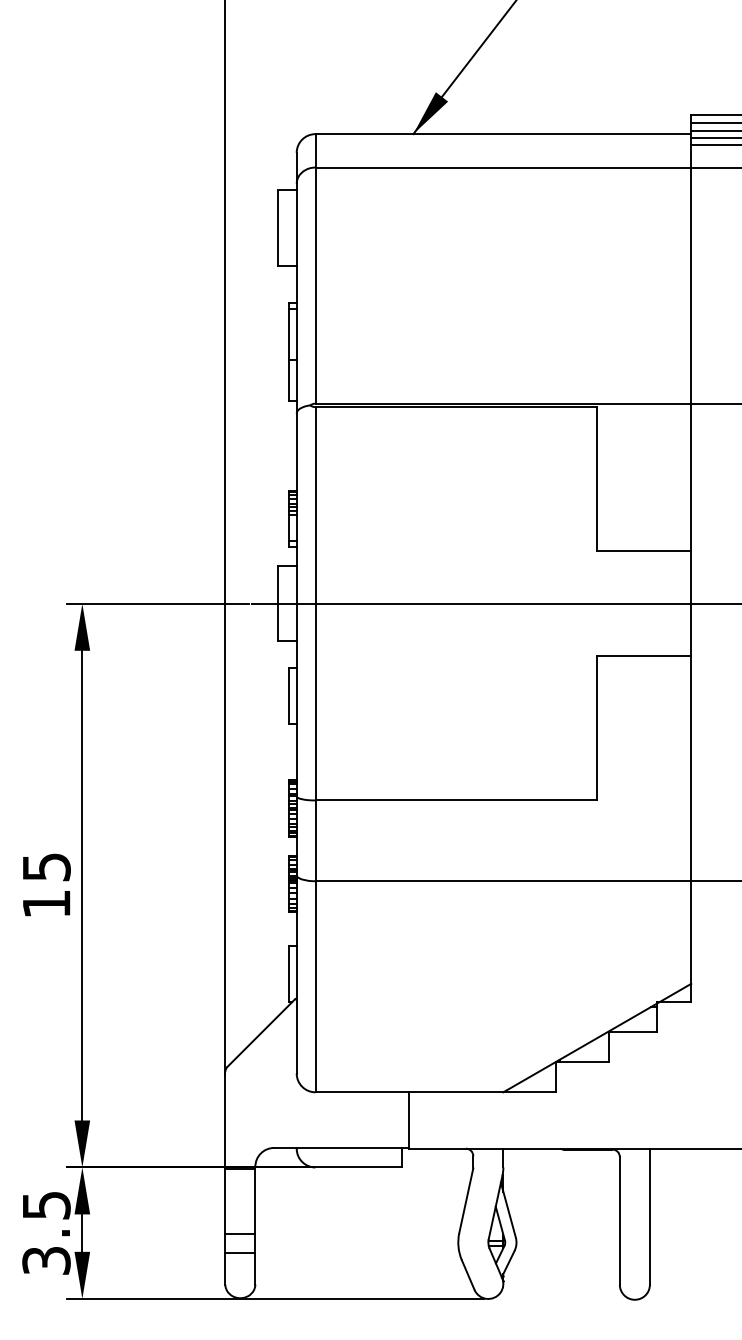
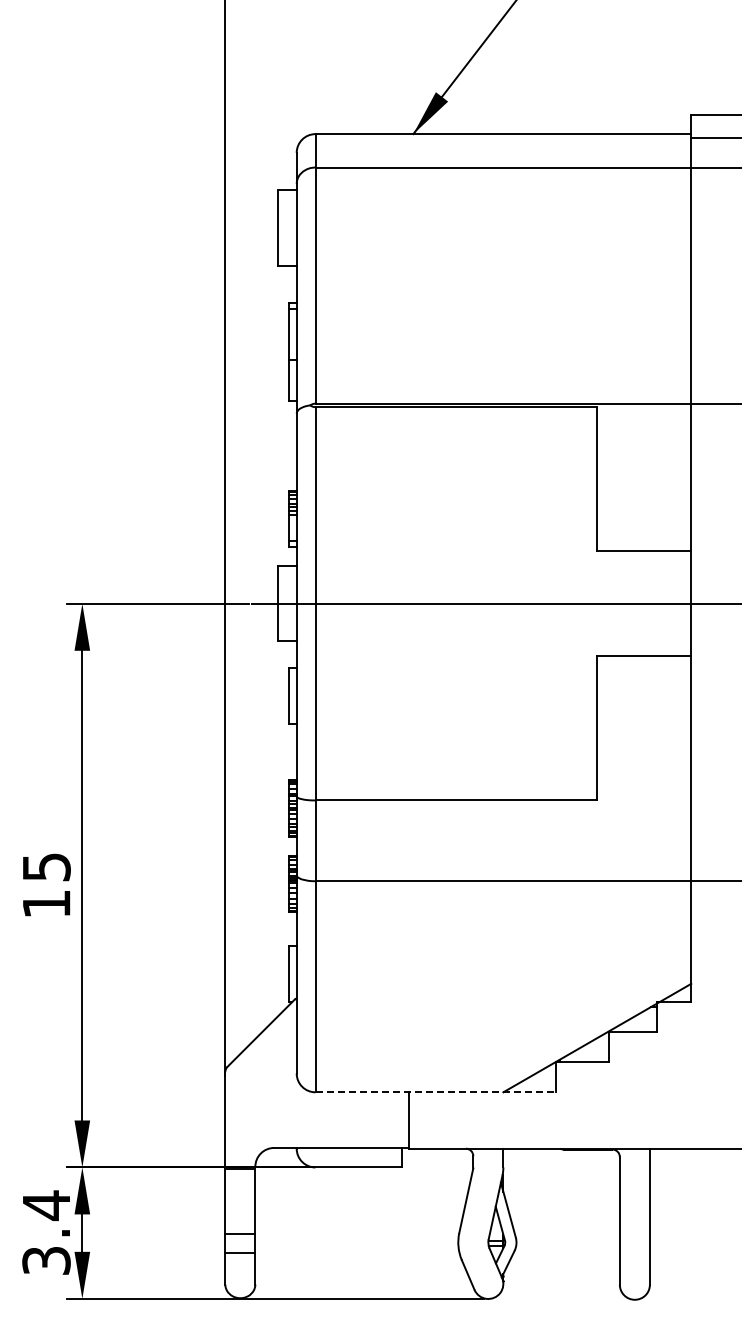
line at (714, 123): present -> none
line at (714, 130): present -> none
line at (714, 144): present -> none
line at (436, 1092): solid -> dashed
text at (46, 1205): 3.5 -> 3.4
